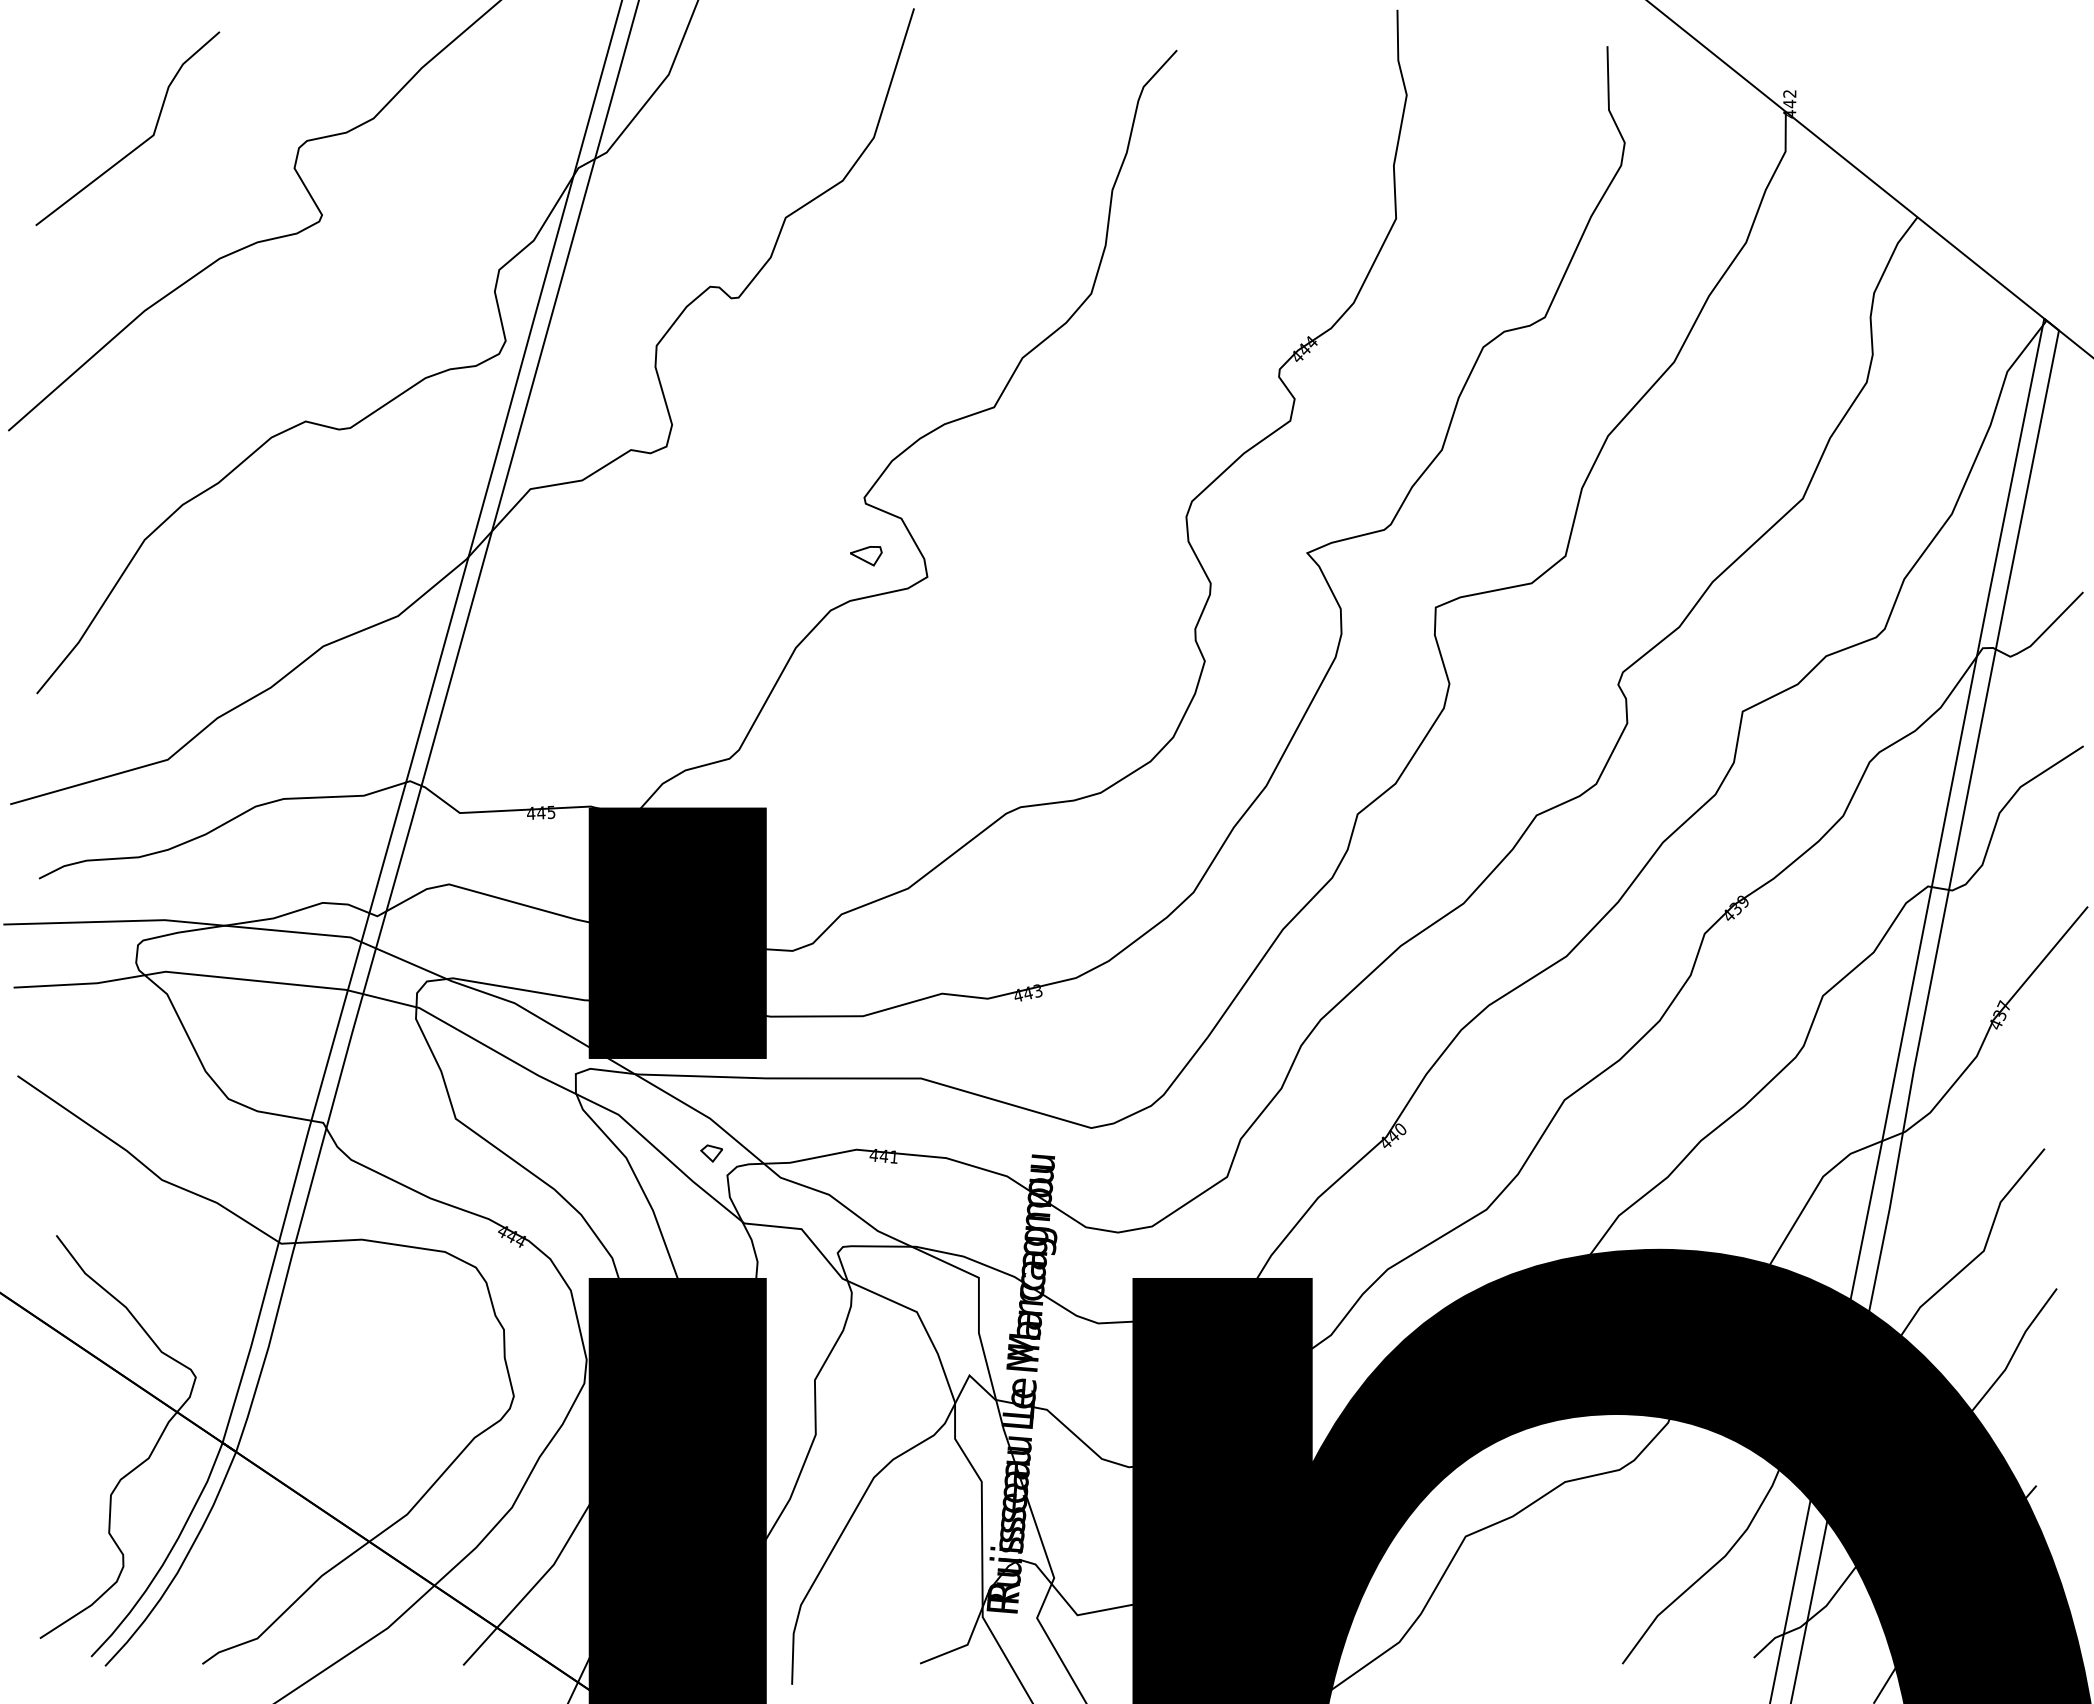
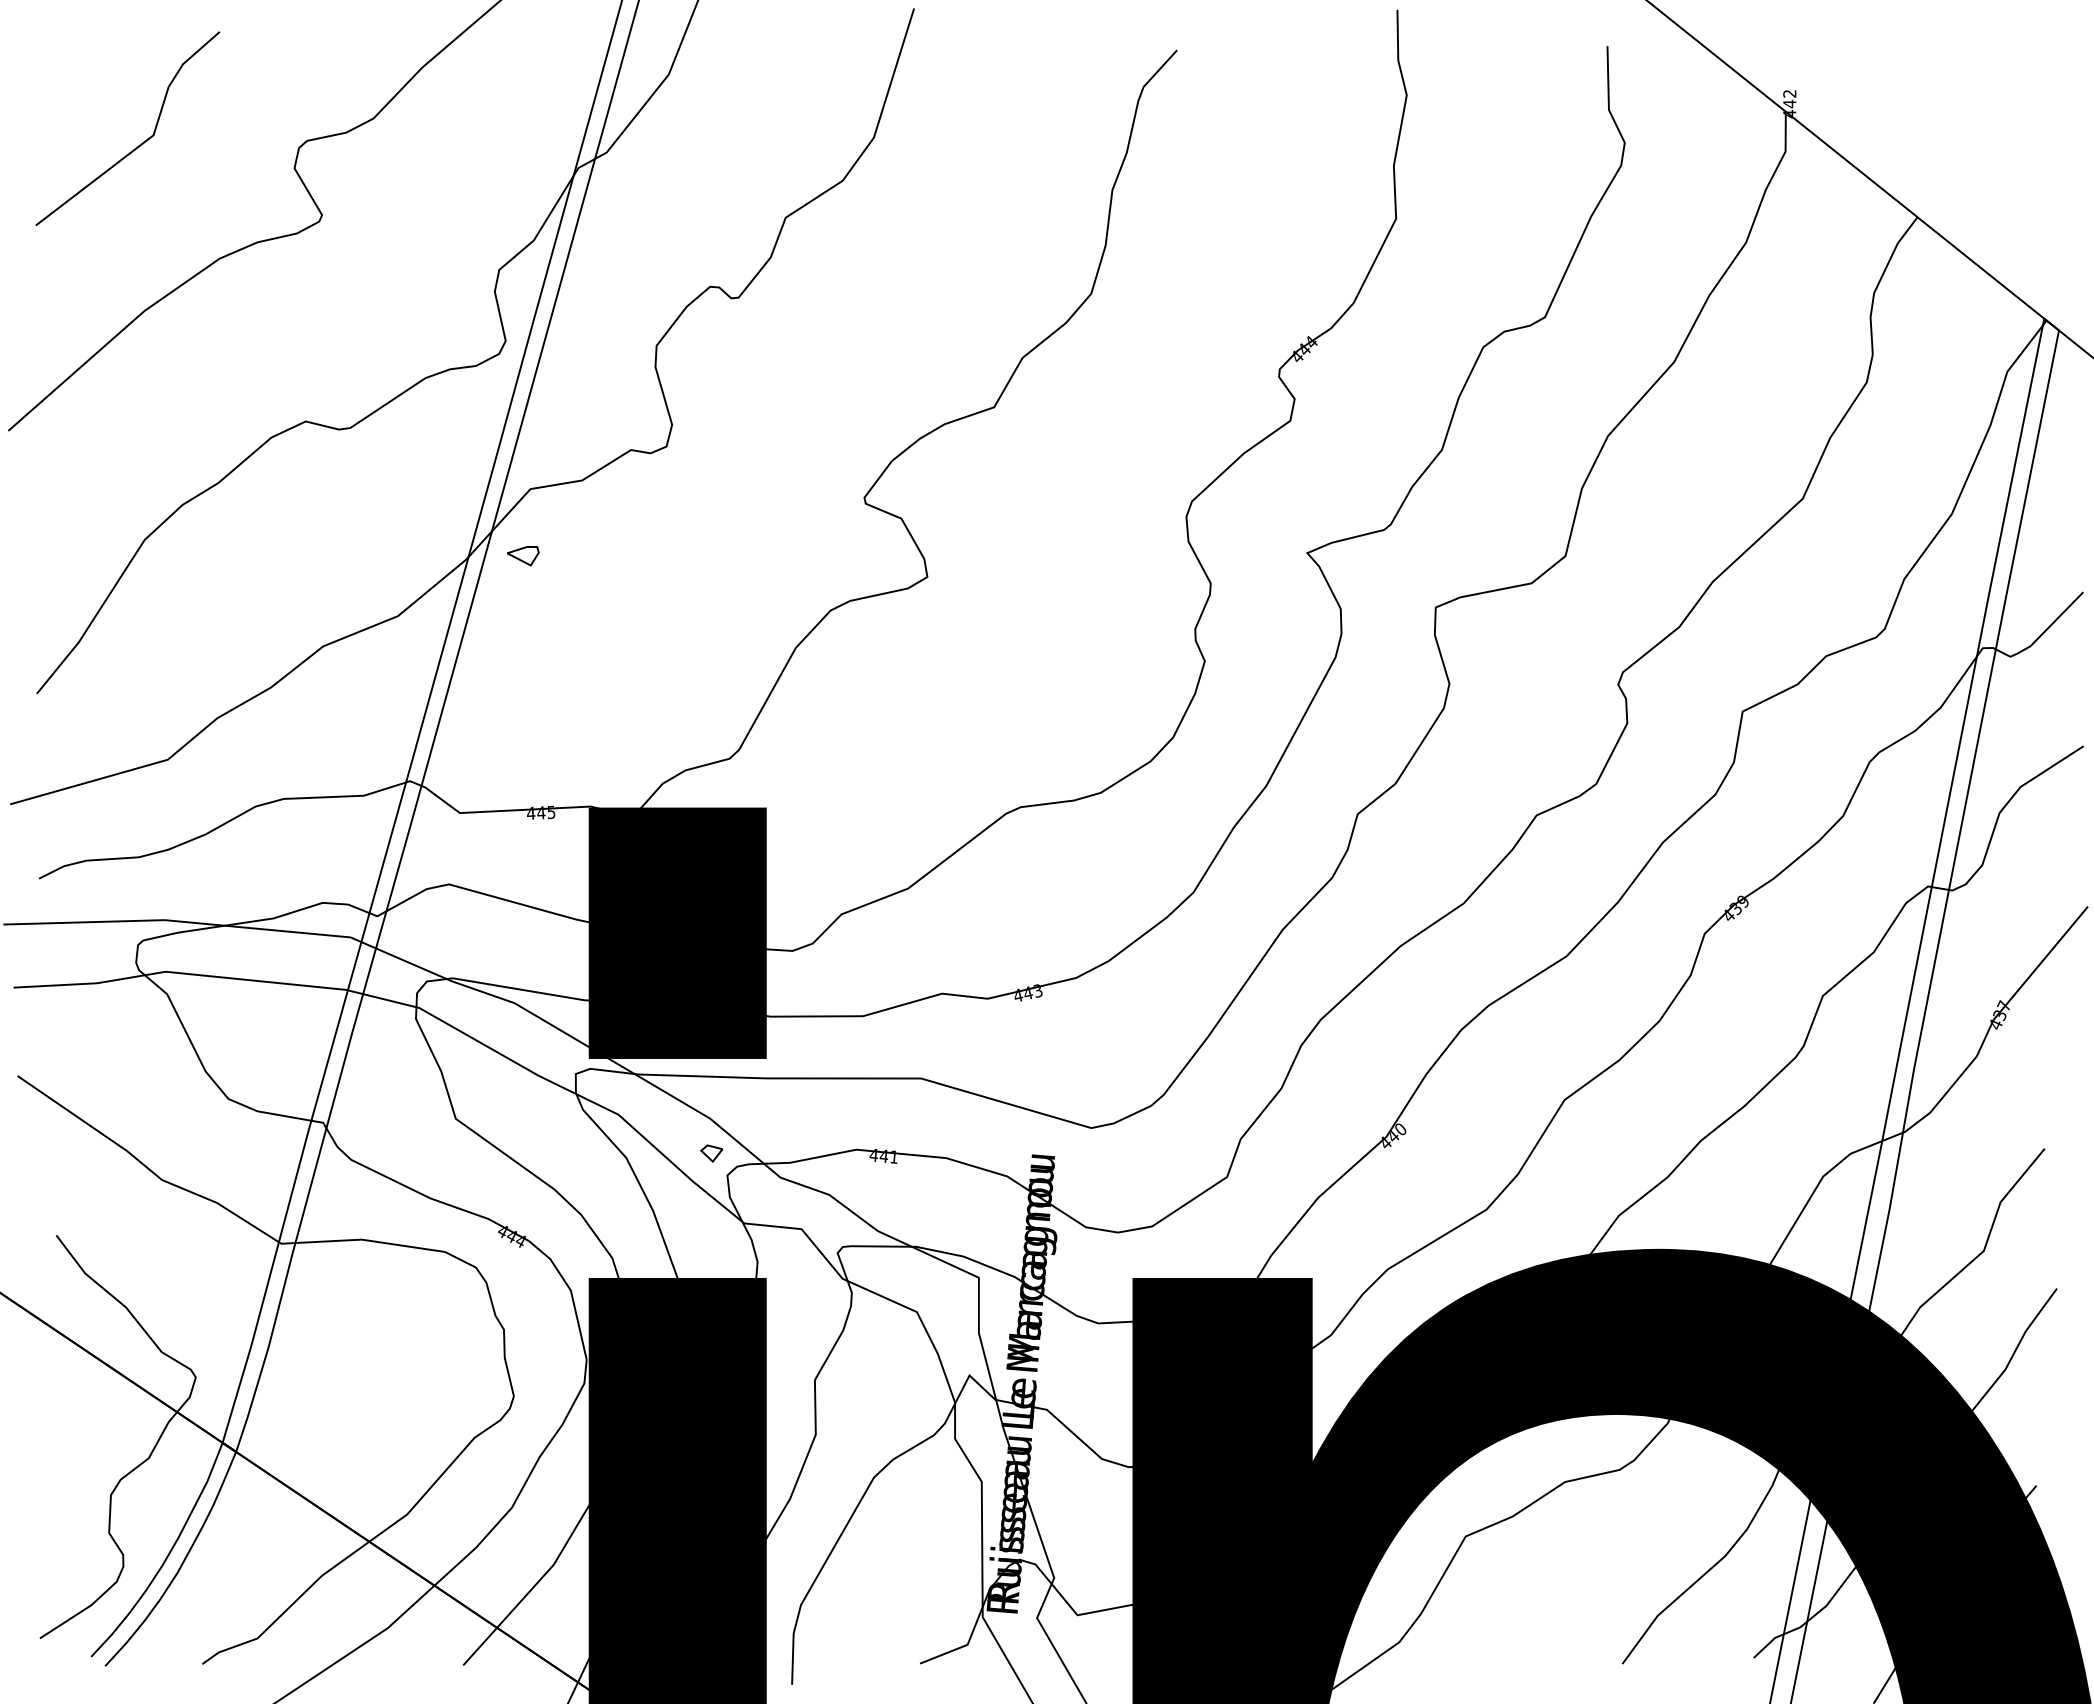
part at (866, 556) position: (866, 556) -> (523, 556)
